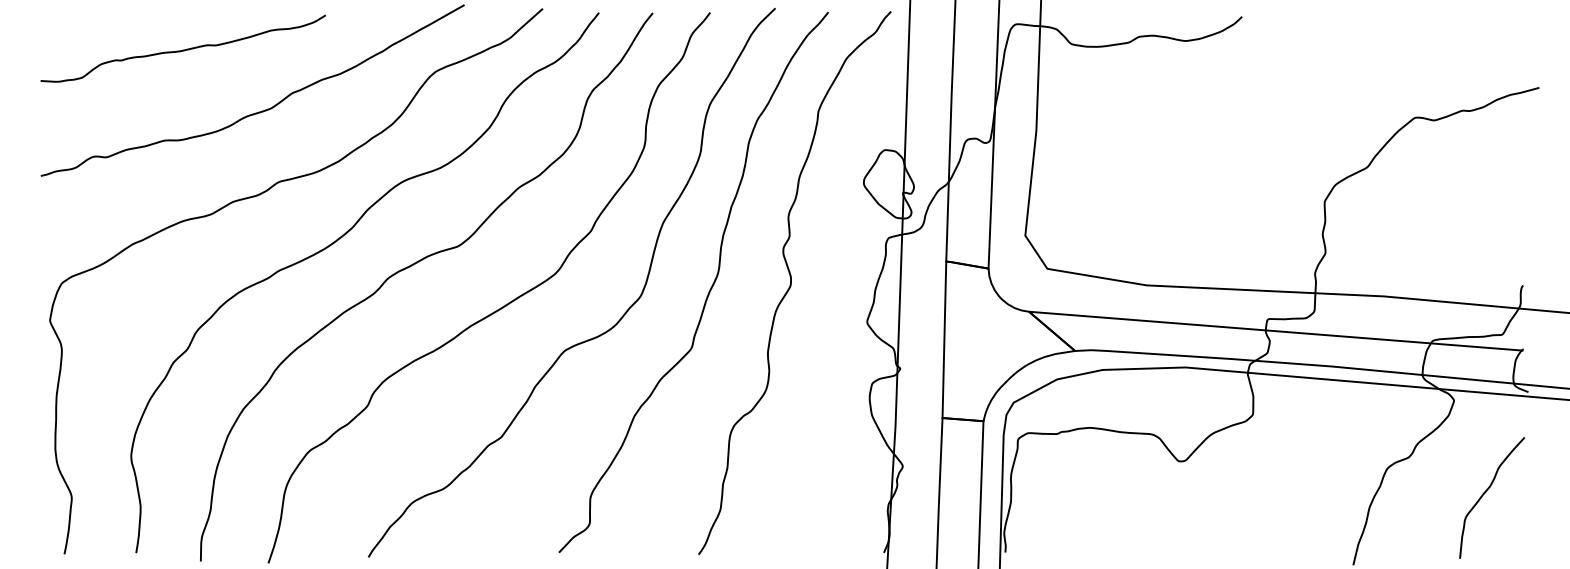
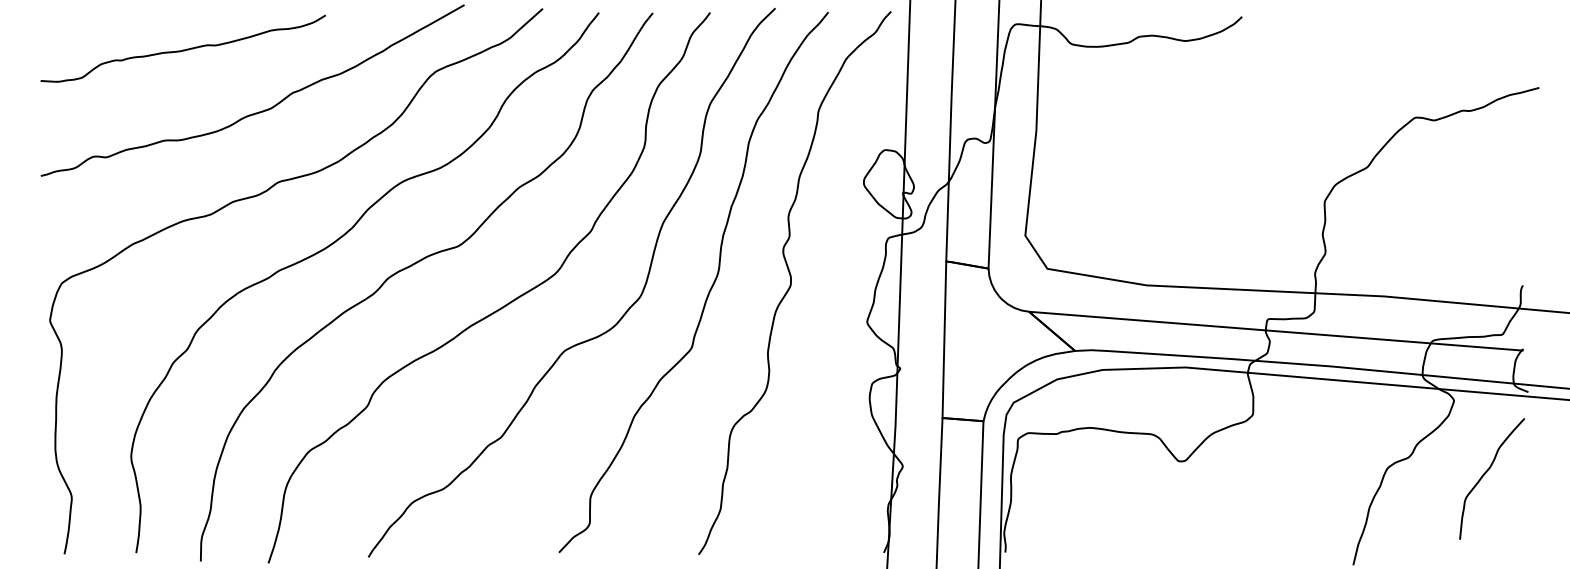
curve at (1487, 491) position: (1487, 491) -> (1487, 472)
